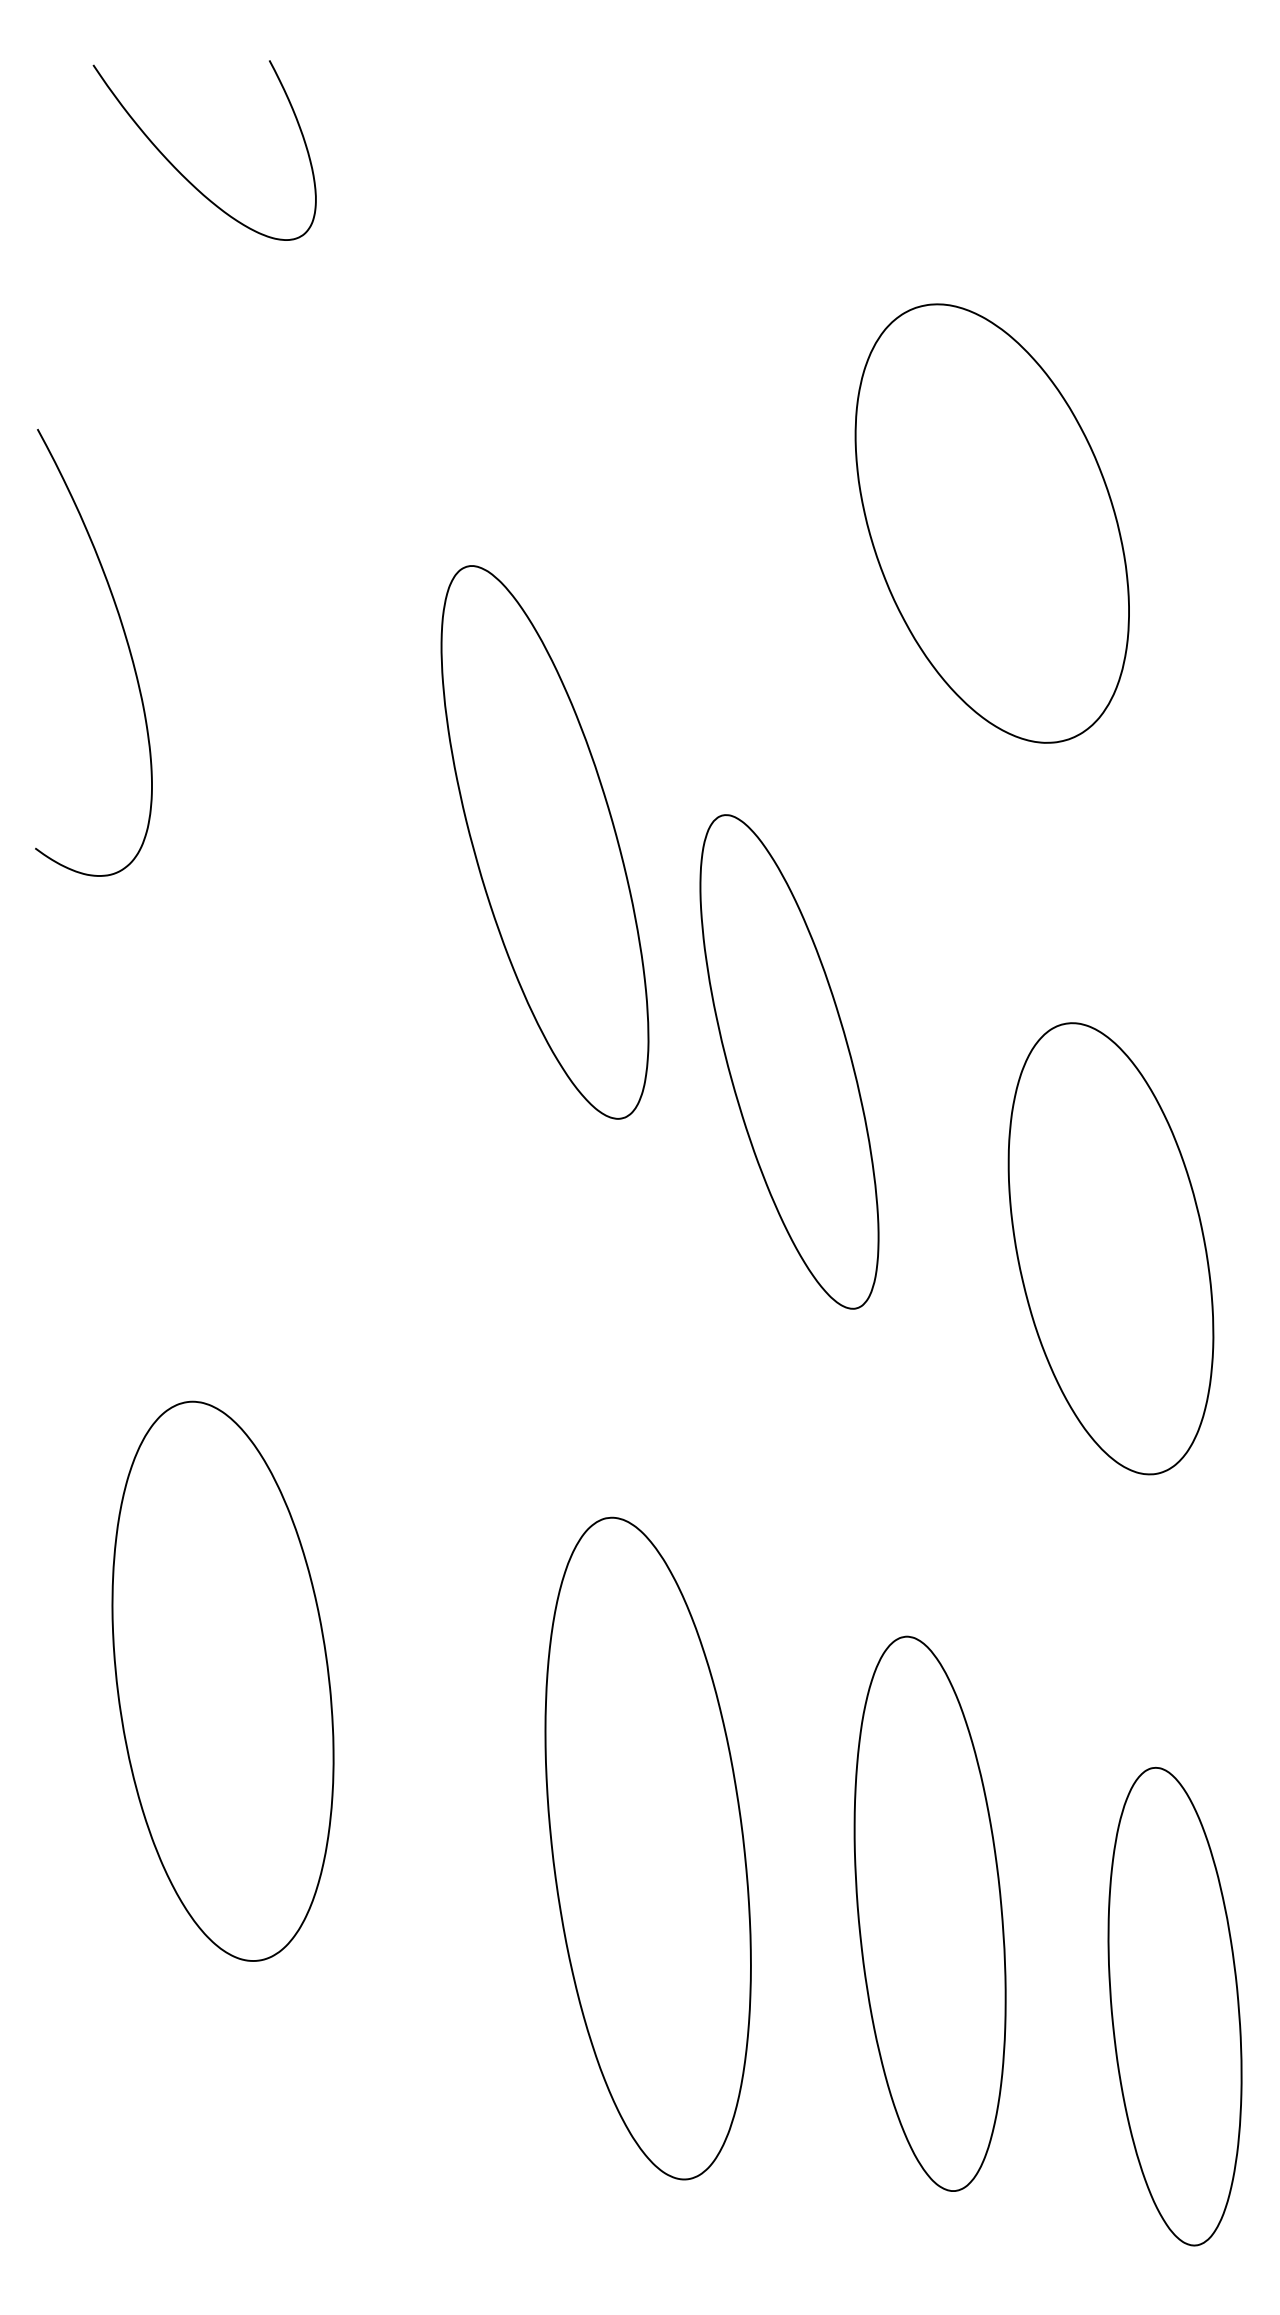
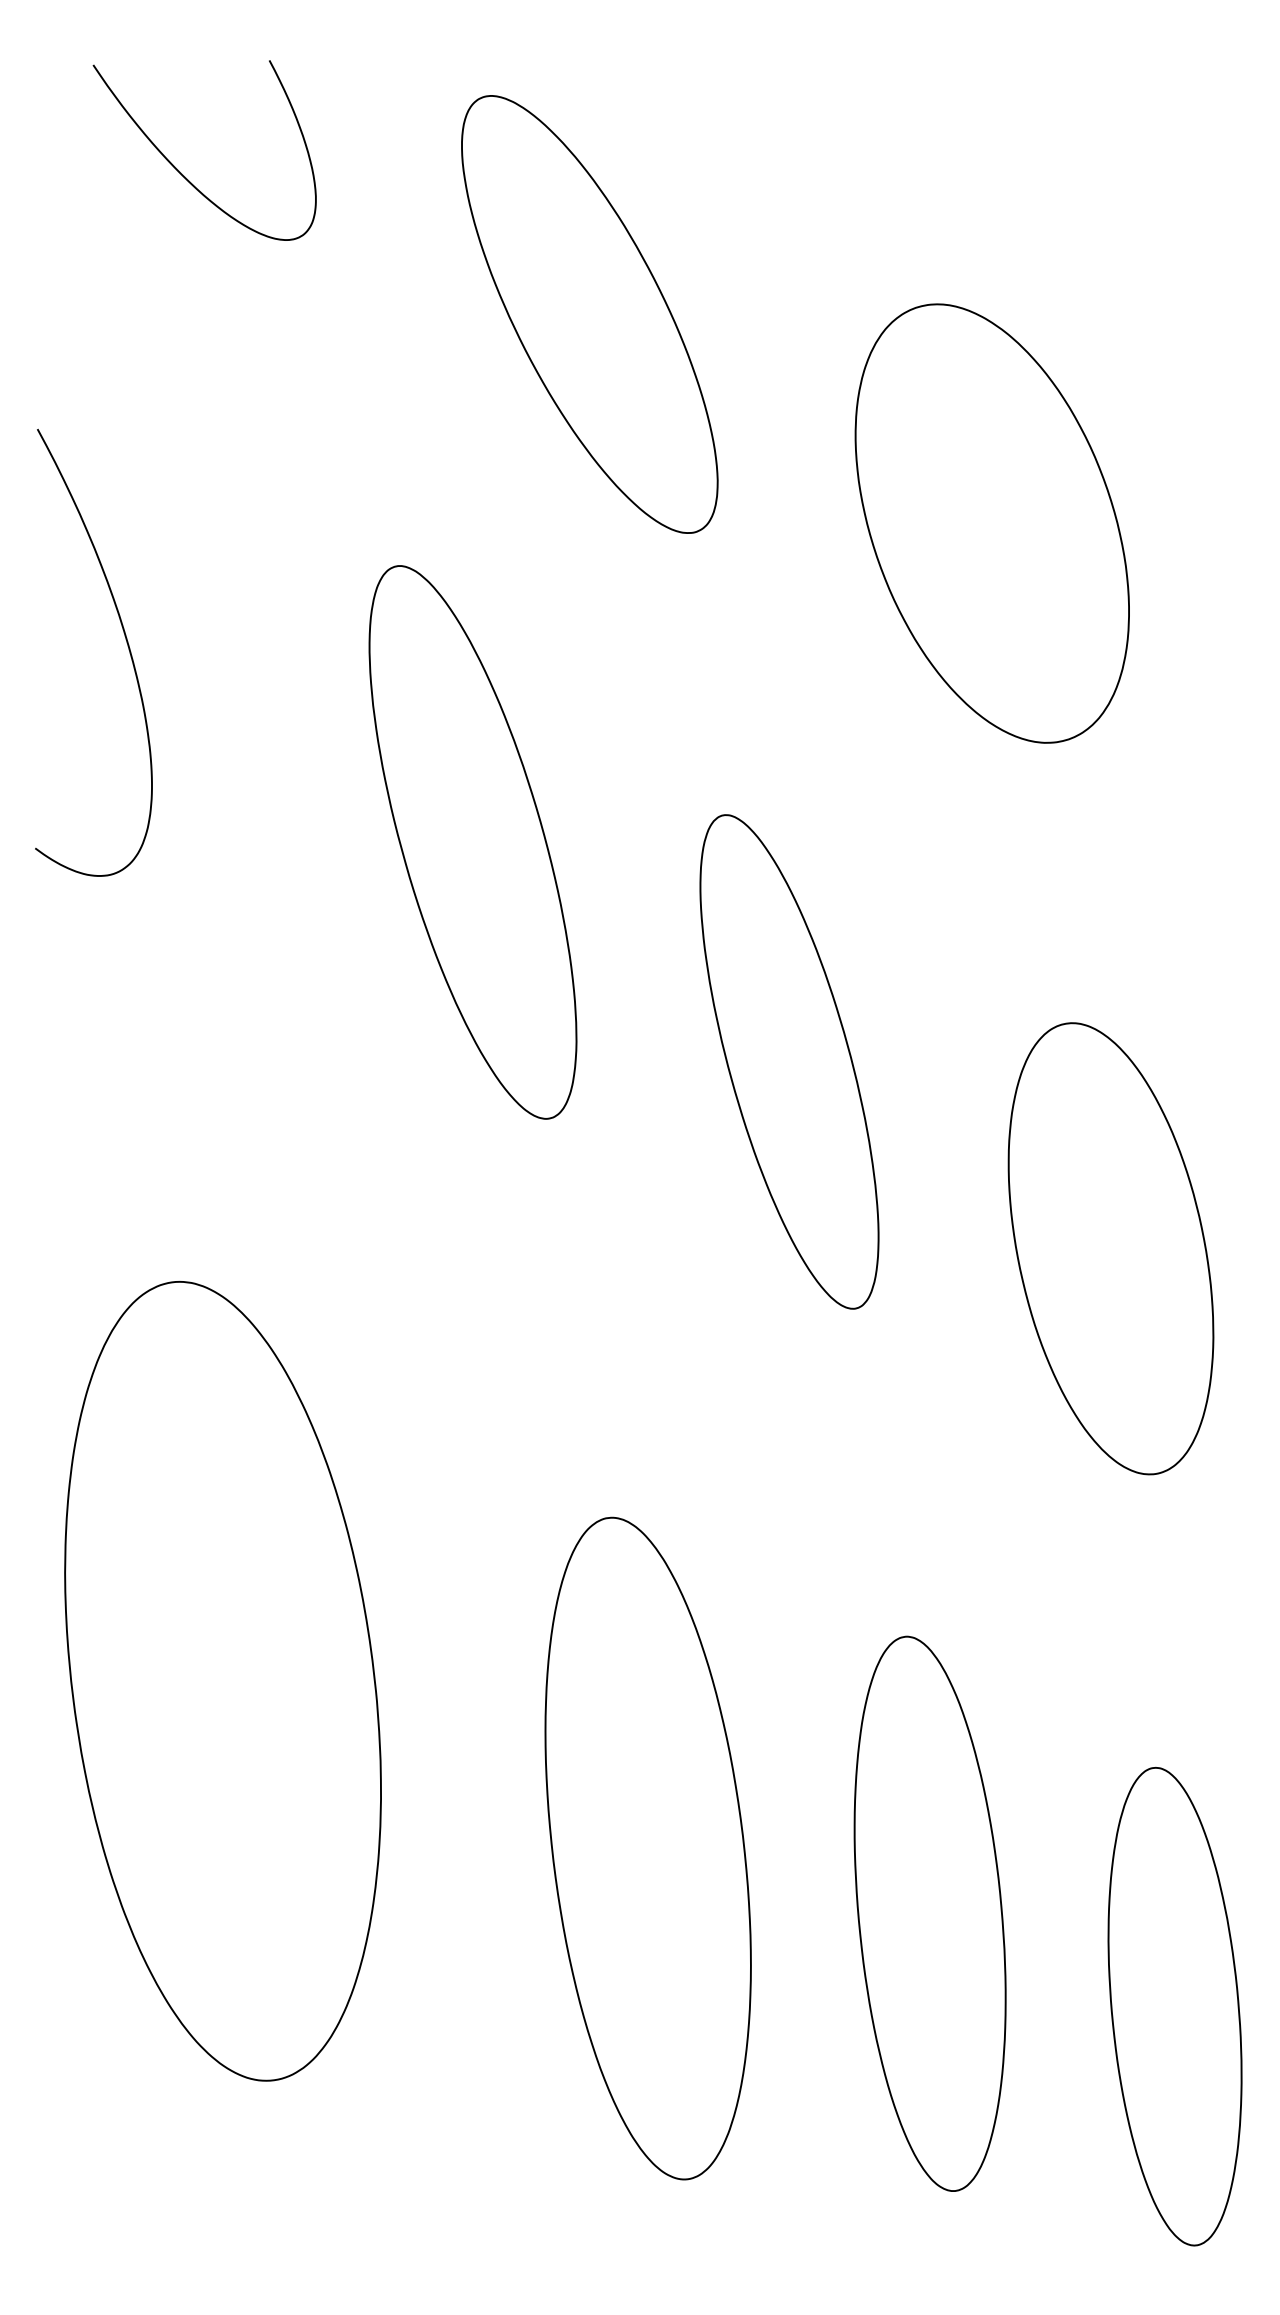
part at (589, 314): none -> present
part at (544, 842) position: (544, 842) -> (472, 842)
part at (222, 1680) size: 224x562 px -> 318x801 px
